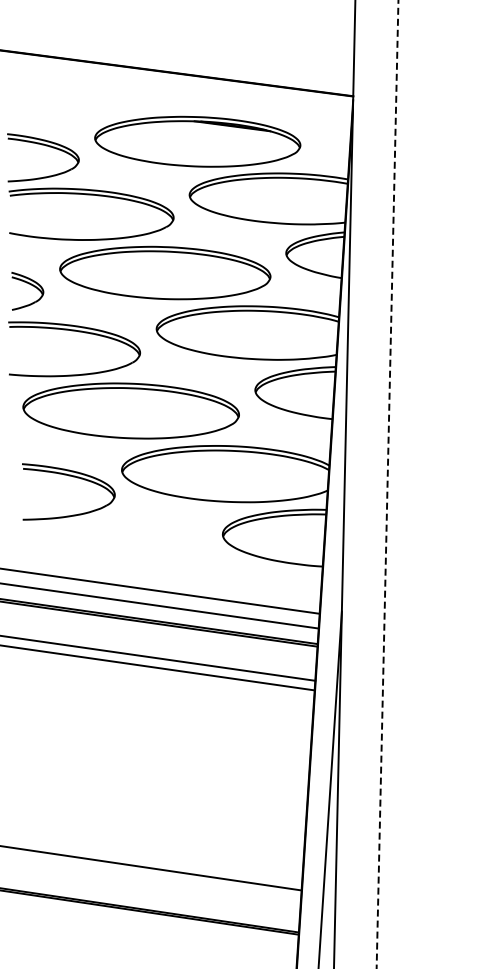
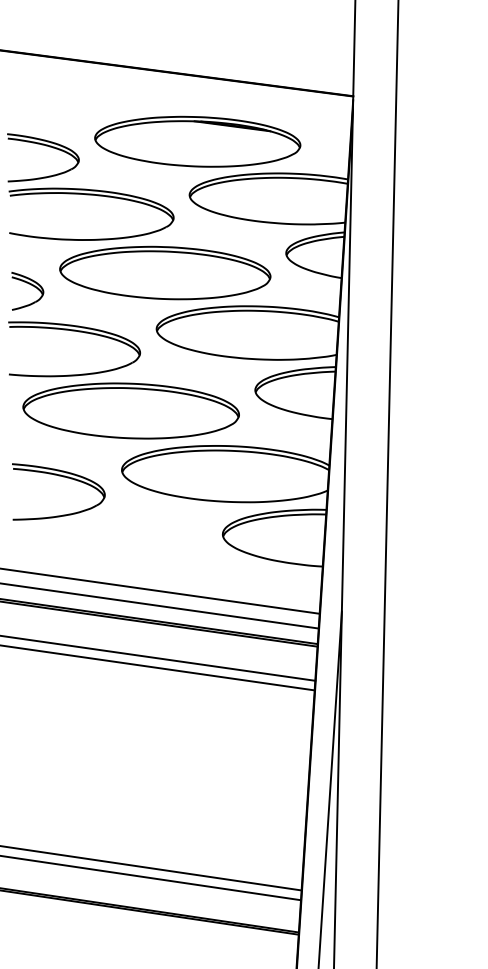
part at (73, 477) position: (73, 477) -> (63, 477)
line at (387, 485): dashed -> solid
line at (151, 878): none -> present
